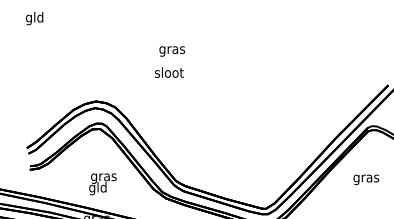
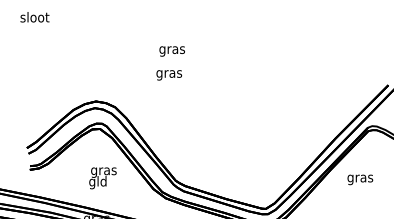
text at (34, 18): gld -> sloot
text at (169, 73): sloot -> gras
text at (366, 179) position: (366, 179) -> (360, 179)
text at (102, 184) position: (102, 184) -> (102, 178)
